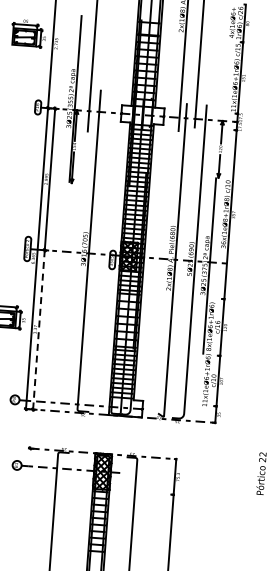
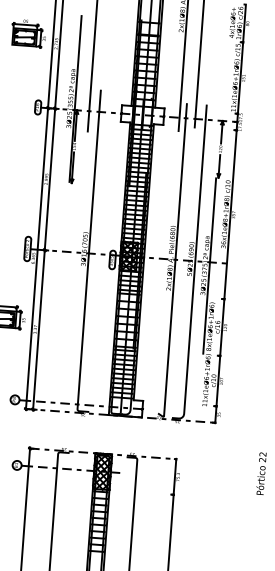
line at (58, 55): none -> present
line at (38, 329): dashed -> solid
line at (25, 507): none -> present
